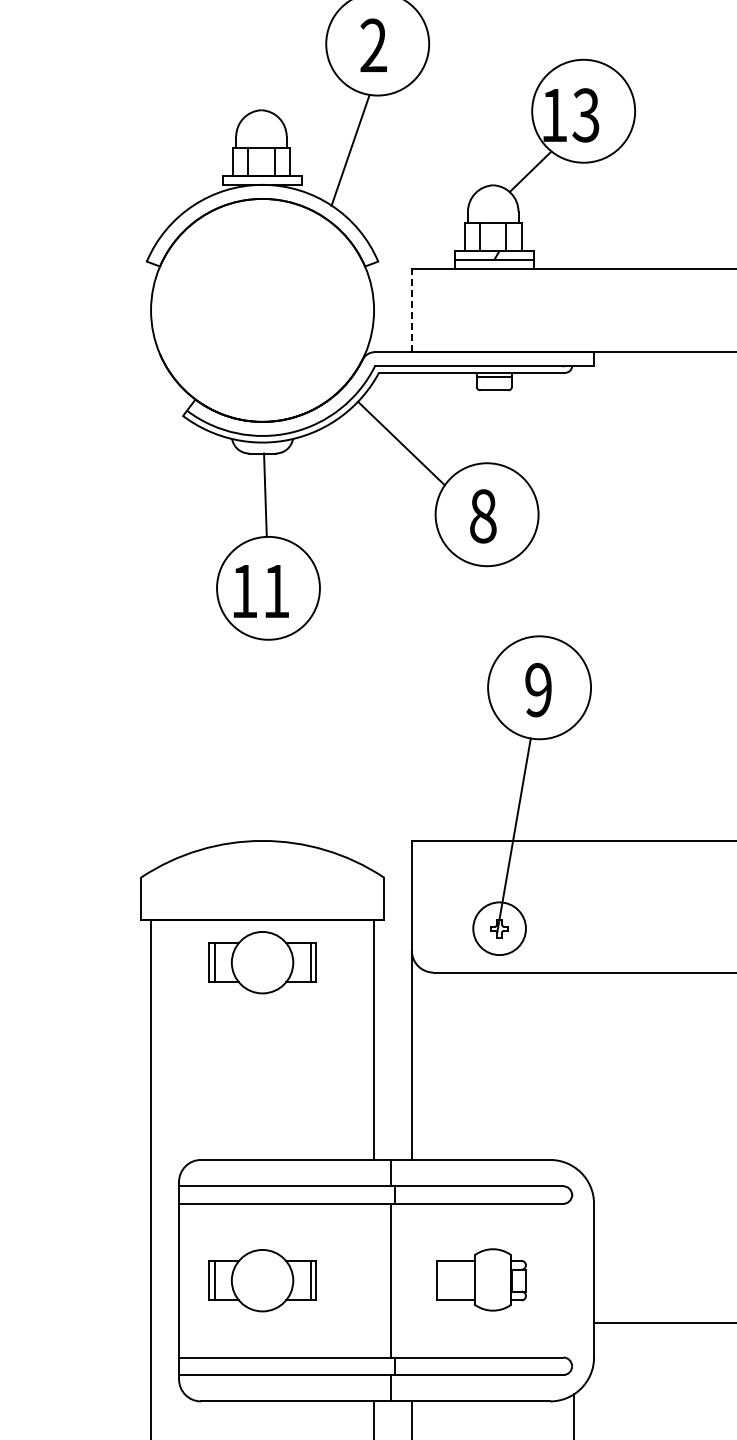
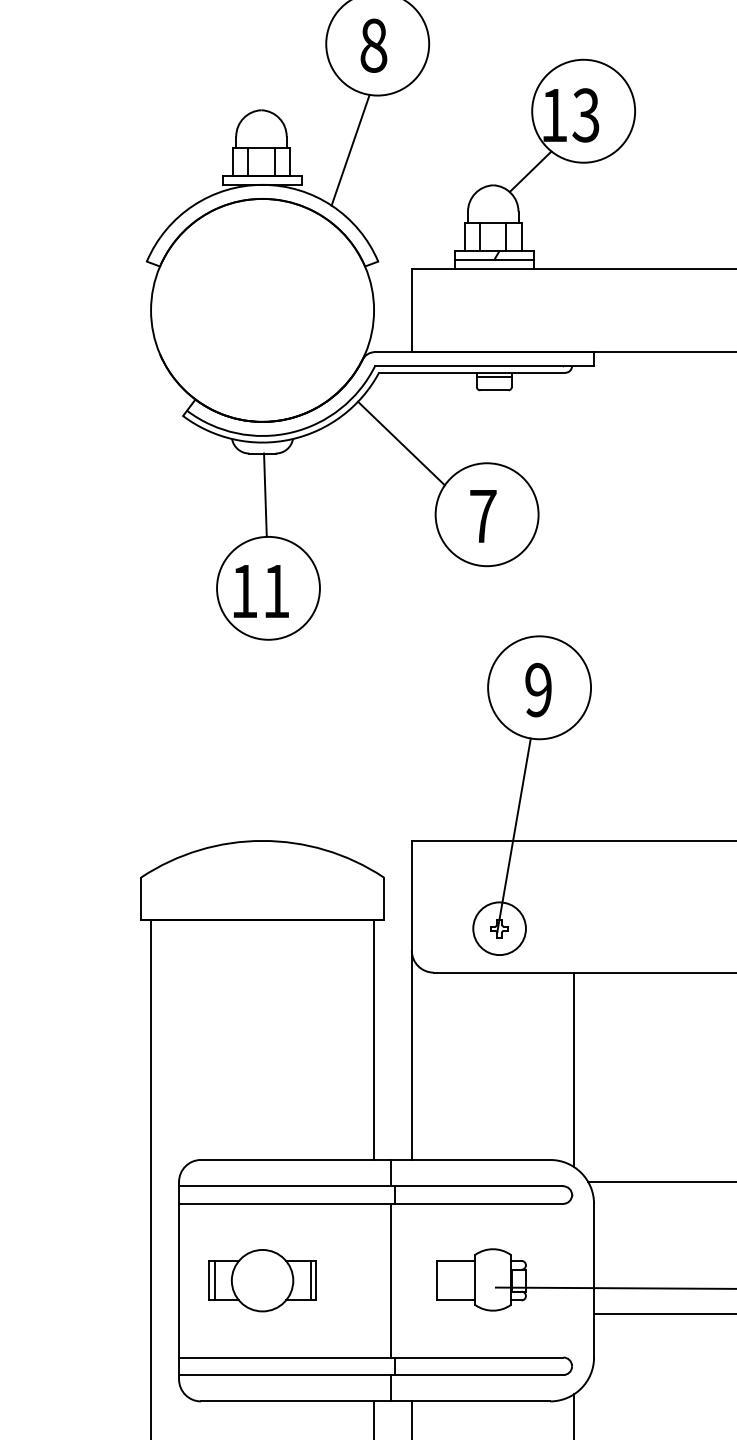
text at (373, 45): 2 -> 8
line at (411, 310): dashed -> solid
text at (483, 516): 8 -> 7
part at (262, 962): present -> none
line at (574, 1069): none -> present
line at (660, 1181): none -> present
line at (614, 1287): none -> present
line at (663, 1322) position: (663, 1322) -> (663, 1313)
